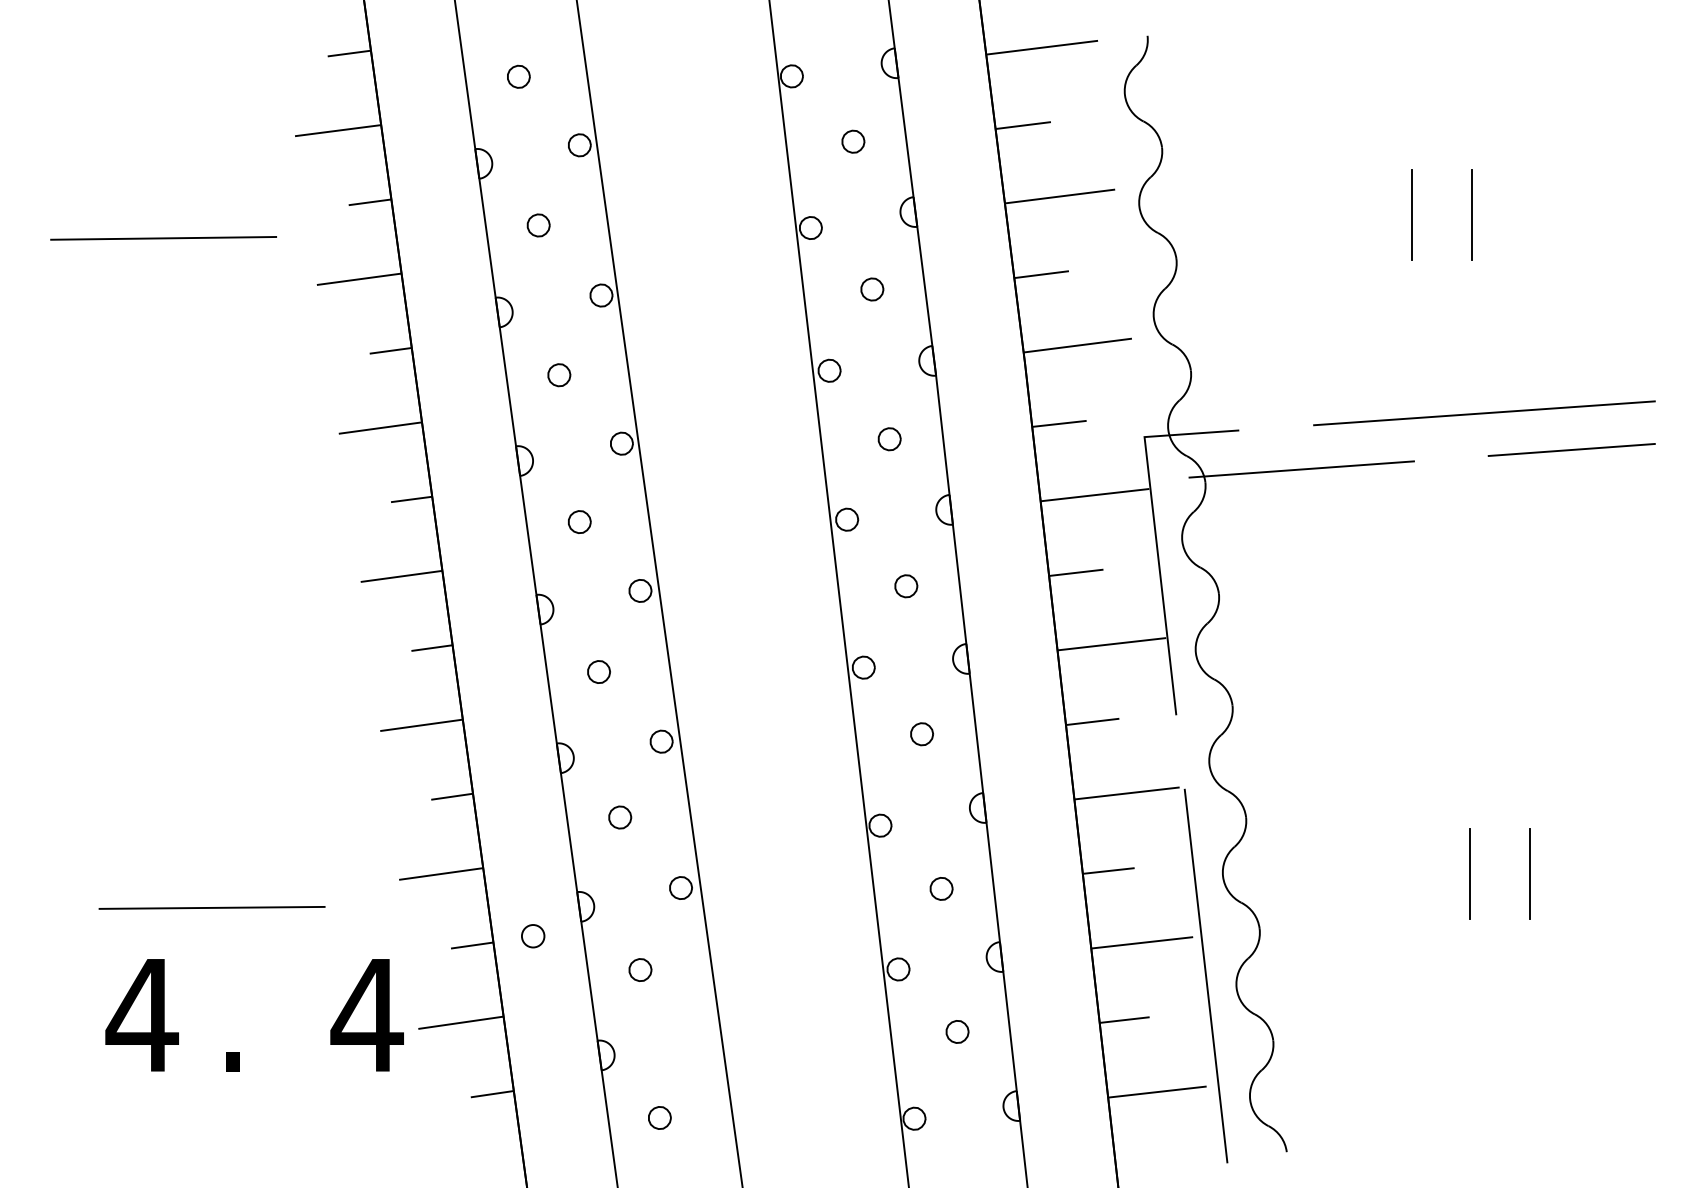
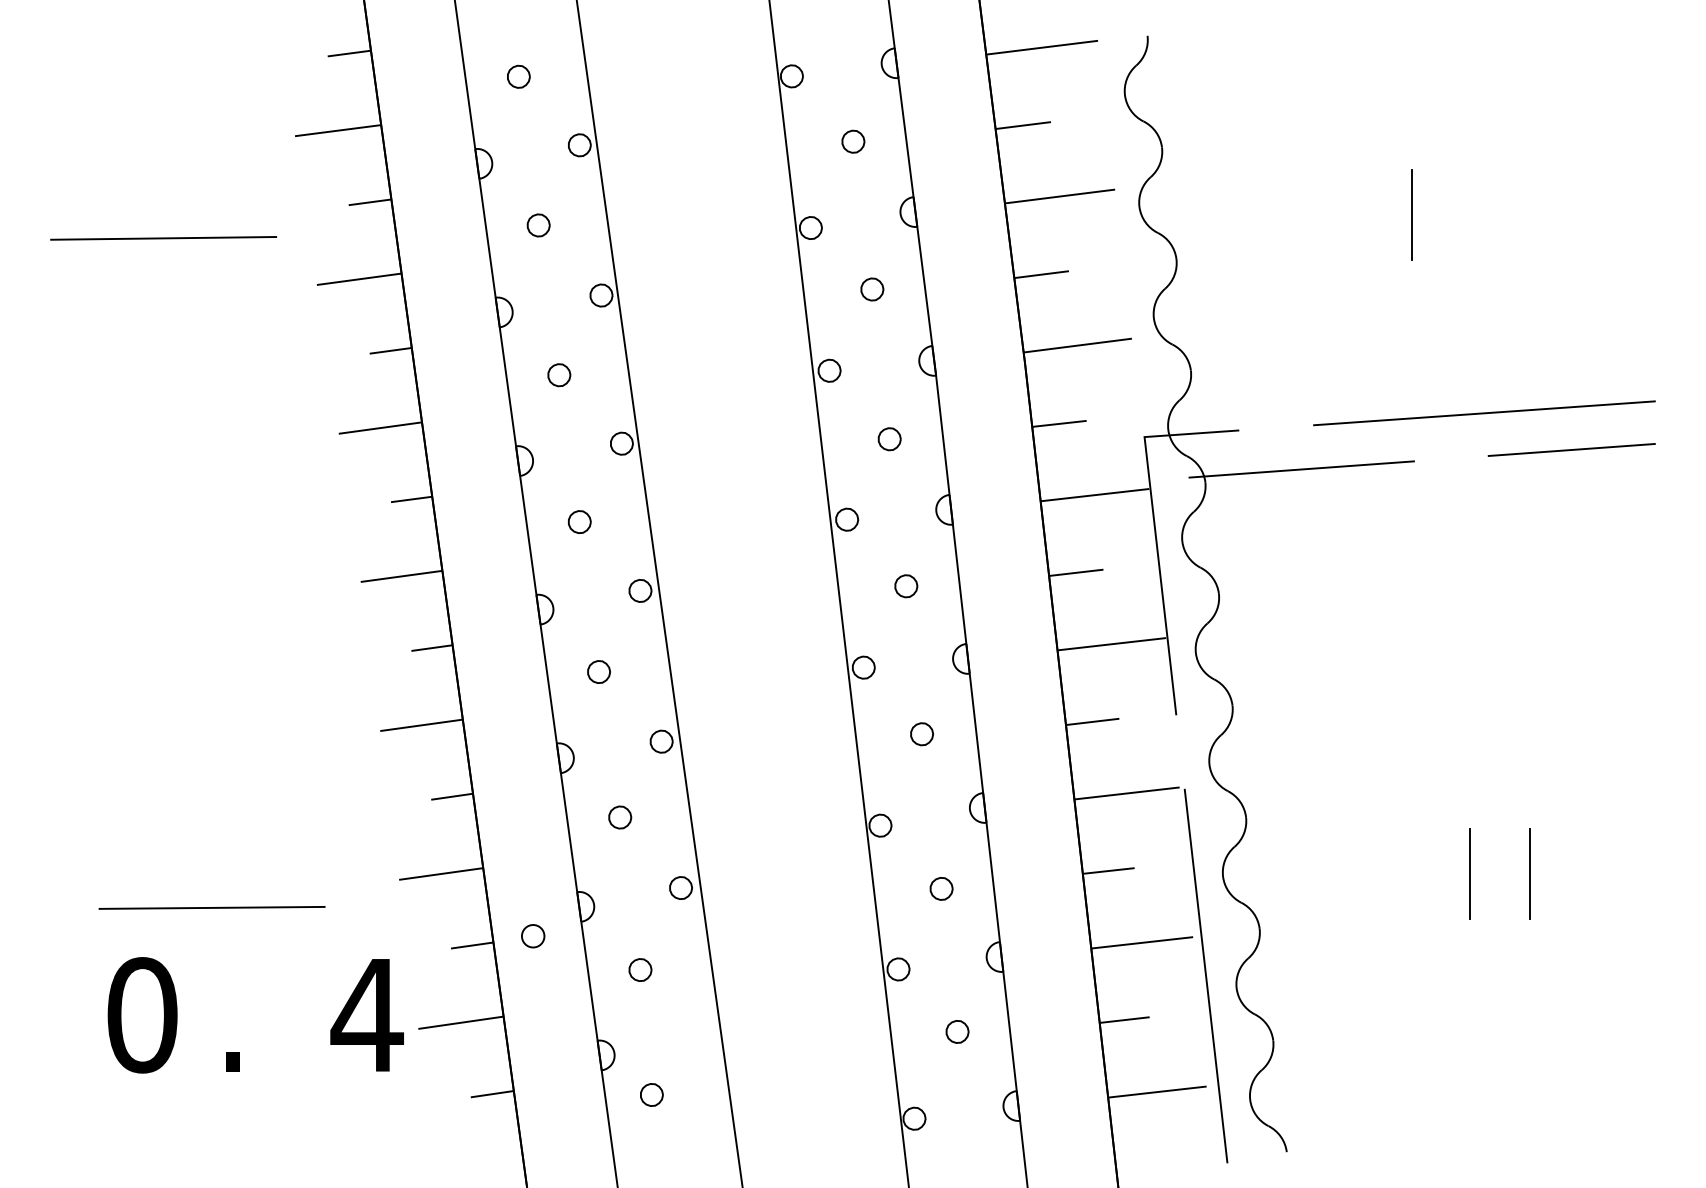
line at (1472, 215): present -> none
text at (141, 1015): 4 -> 0
part at (659, 1117) position: (659, 1117) -> (651, 1094)
